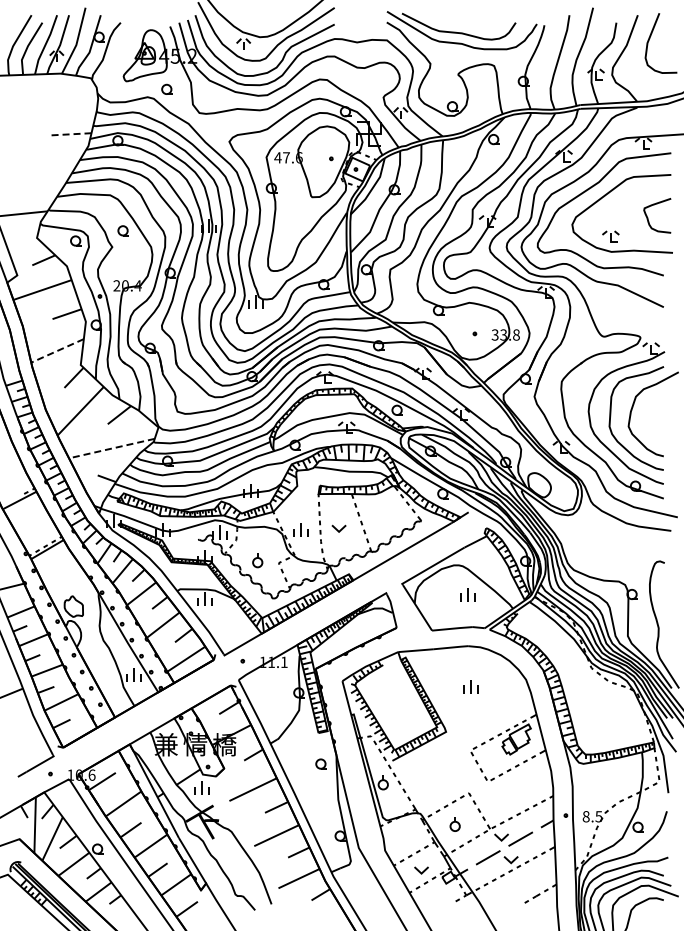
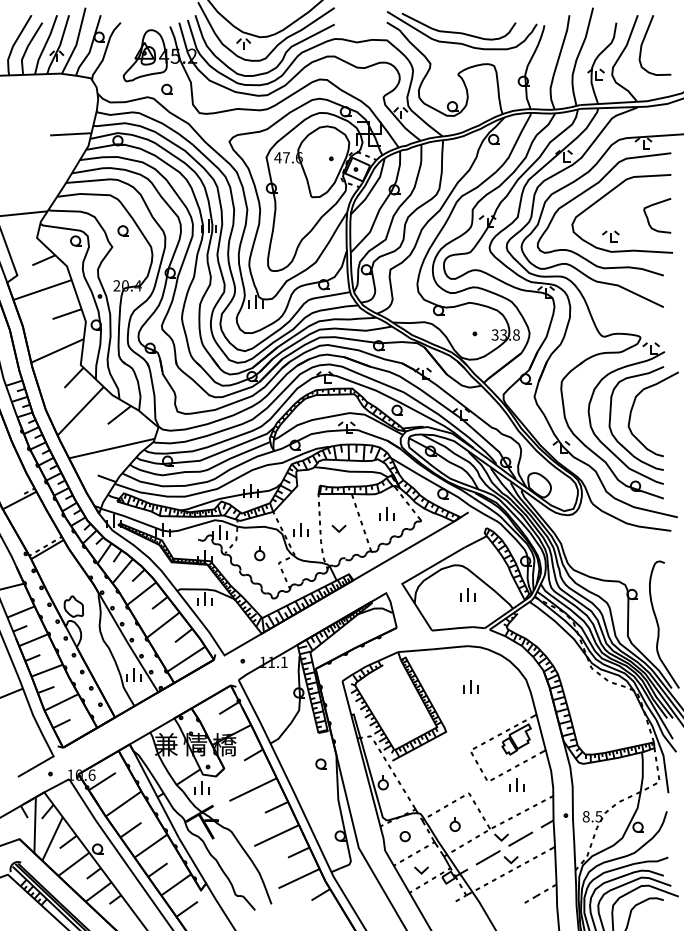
curve at (650, 38) position: (650, 38) -> (644, 40)
line at (70, 134): dashed -> solid
line at (57, 350): dashed -> solid
line at (111, 448): dashed -> solid
part at (386, 513): none -> present
part at (257, 560) position: (257, 560) -> (259, 553)
part at (516, 784): none -> present
part at (404, 836): none -> present
